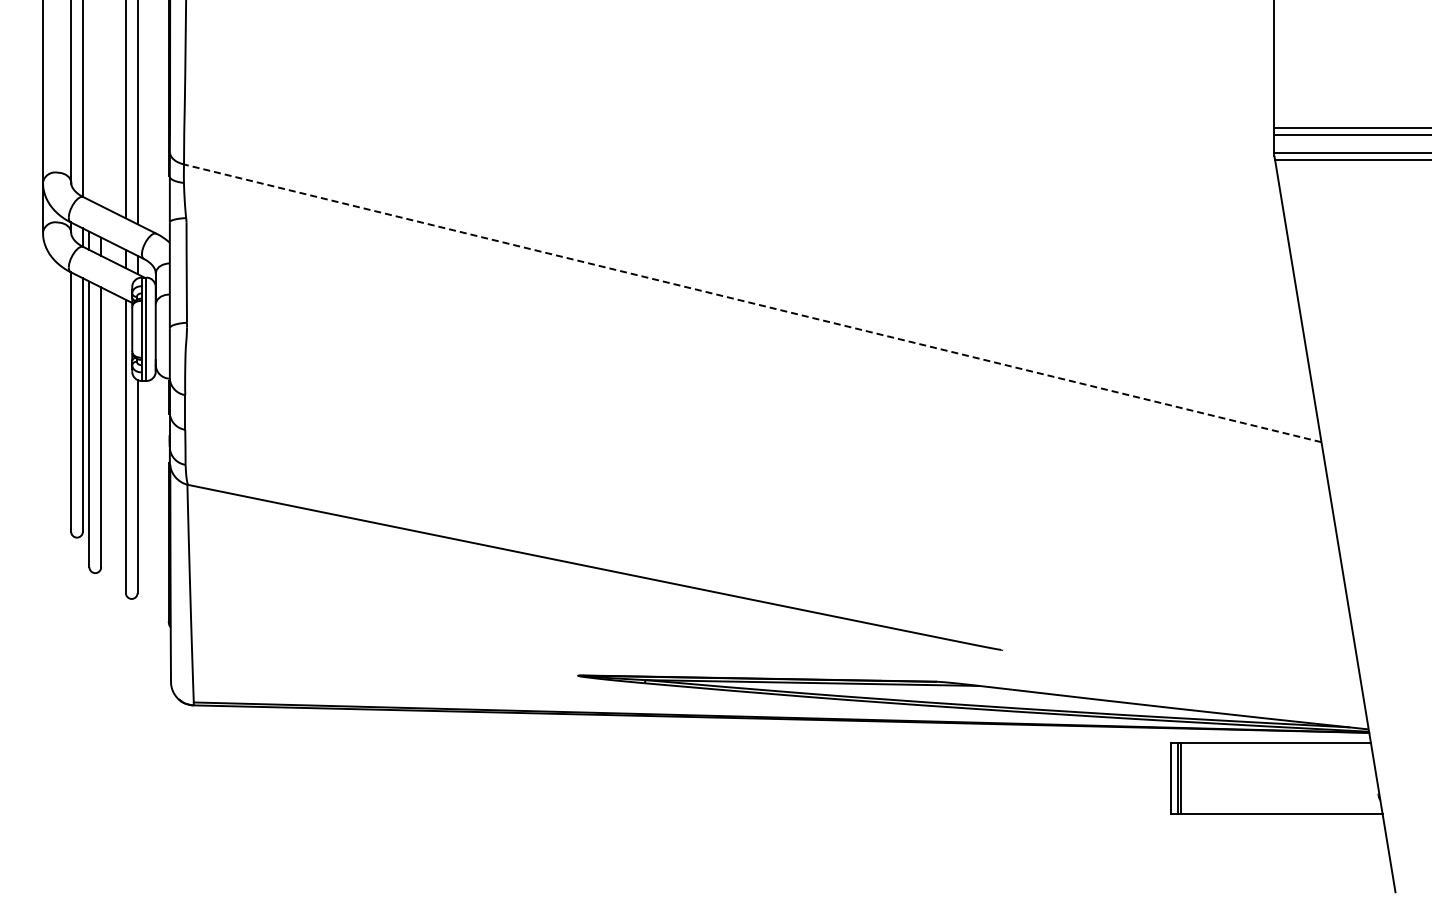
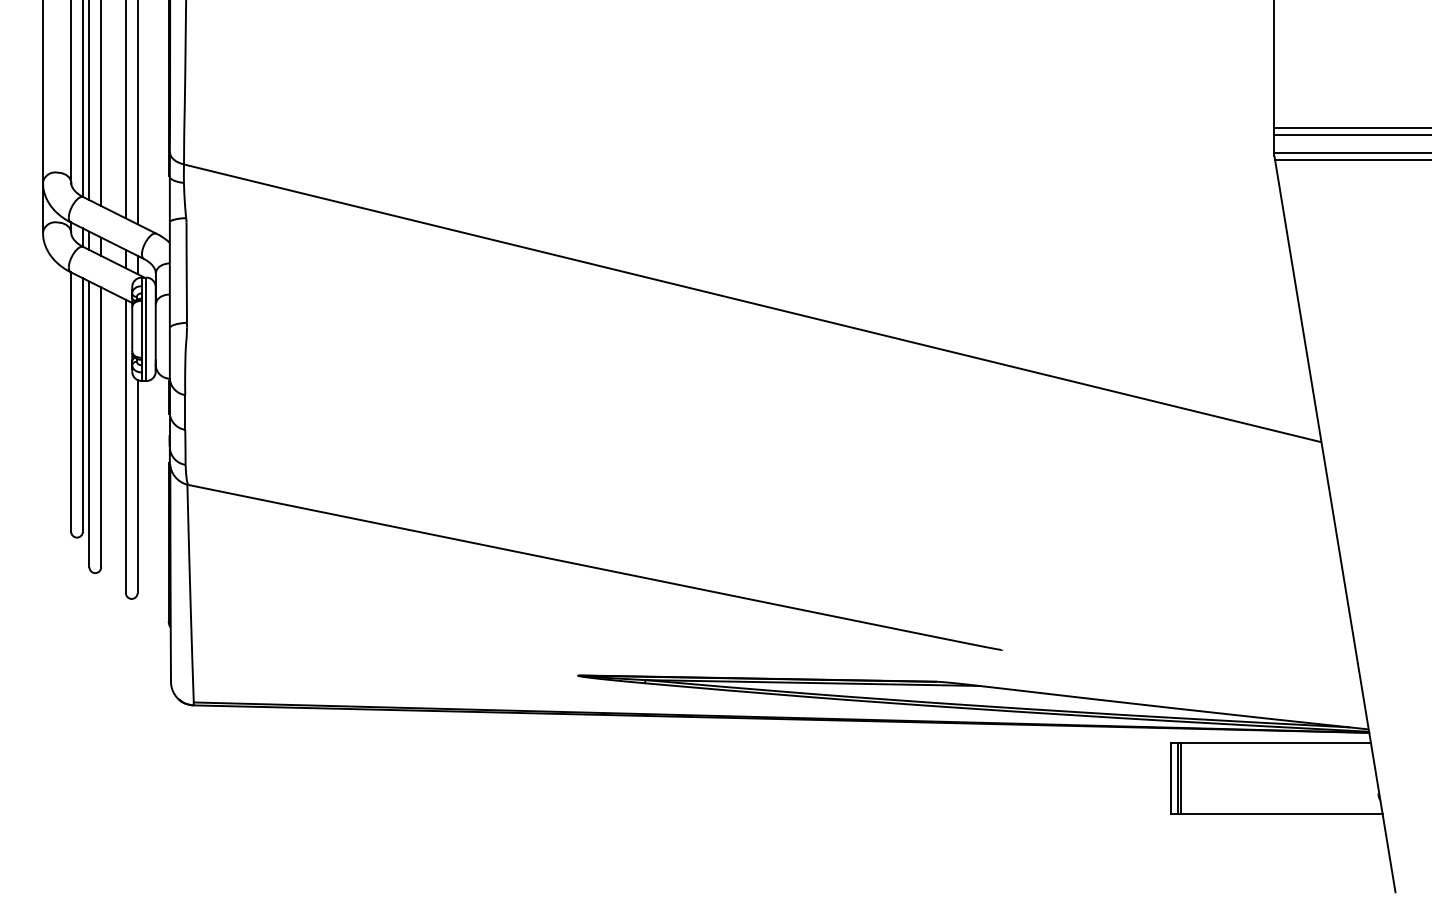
line at (89, 101): none -> present
line at (101, 104): none -> present
line at (752, 303): dashed -> solid
